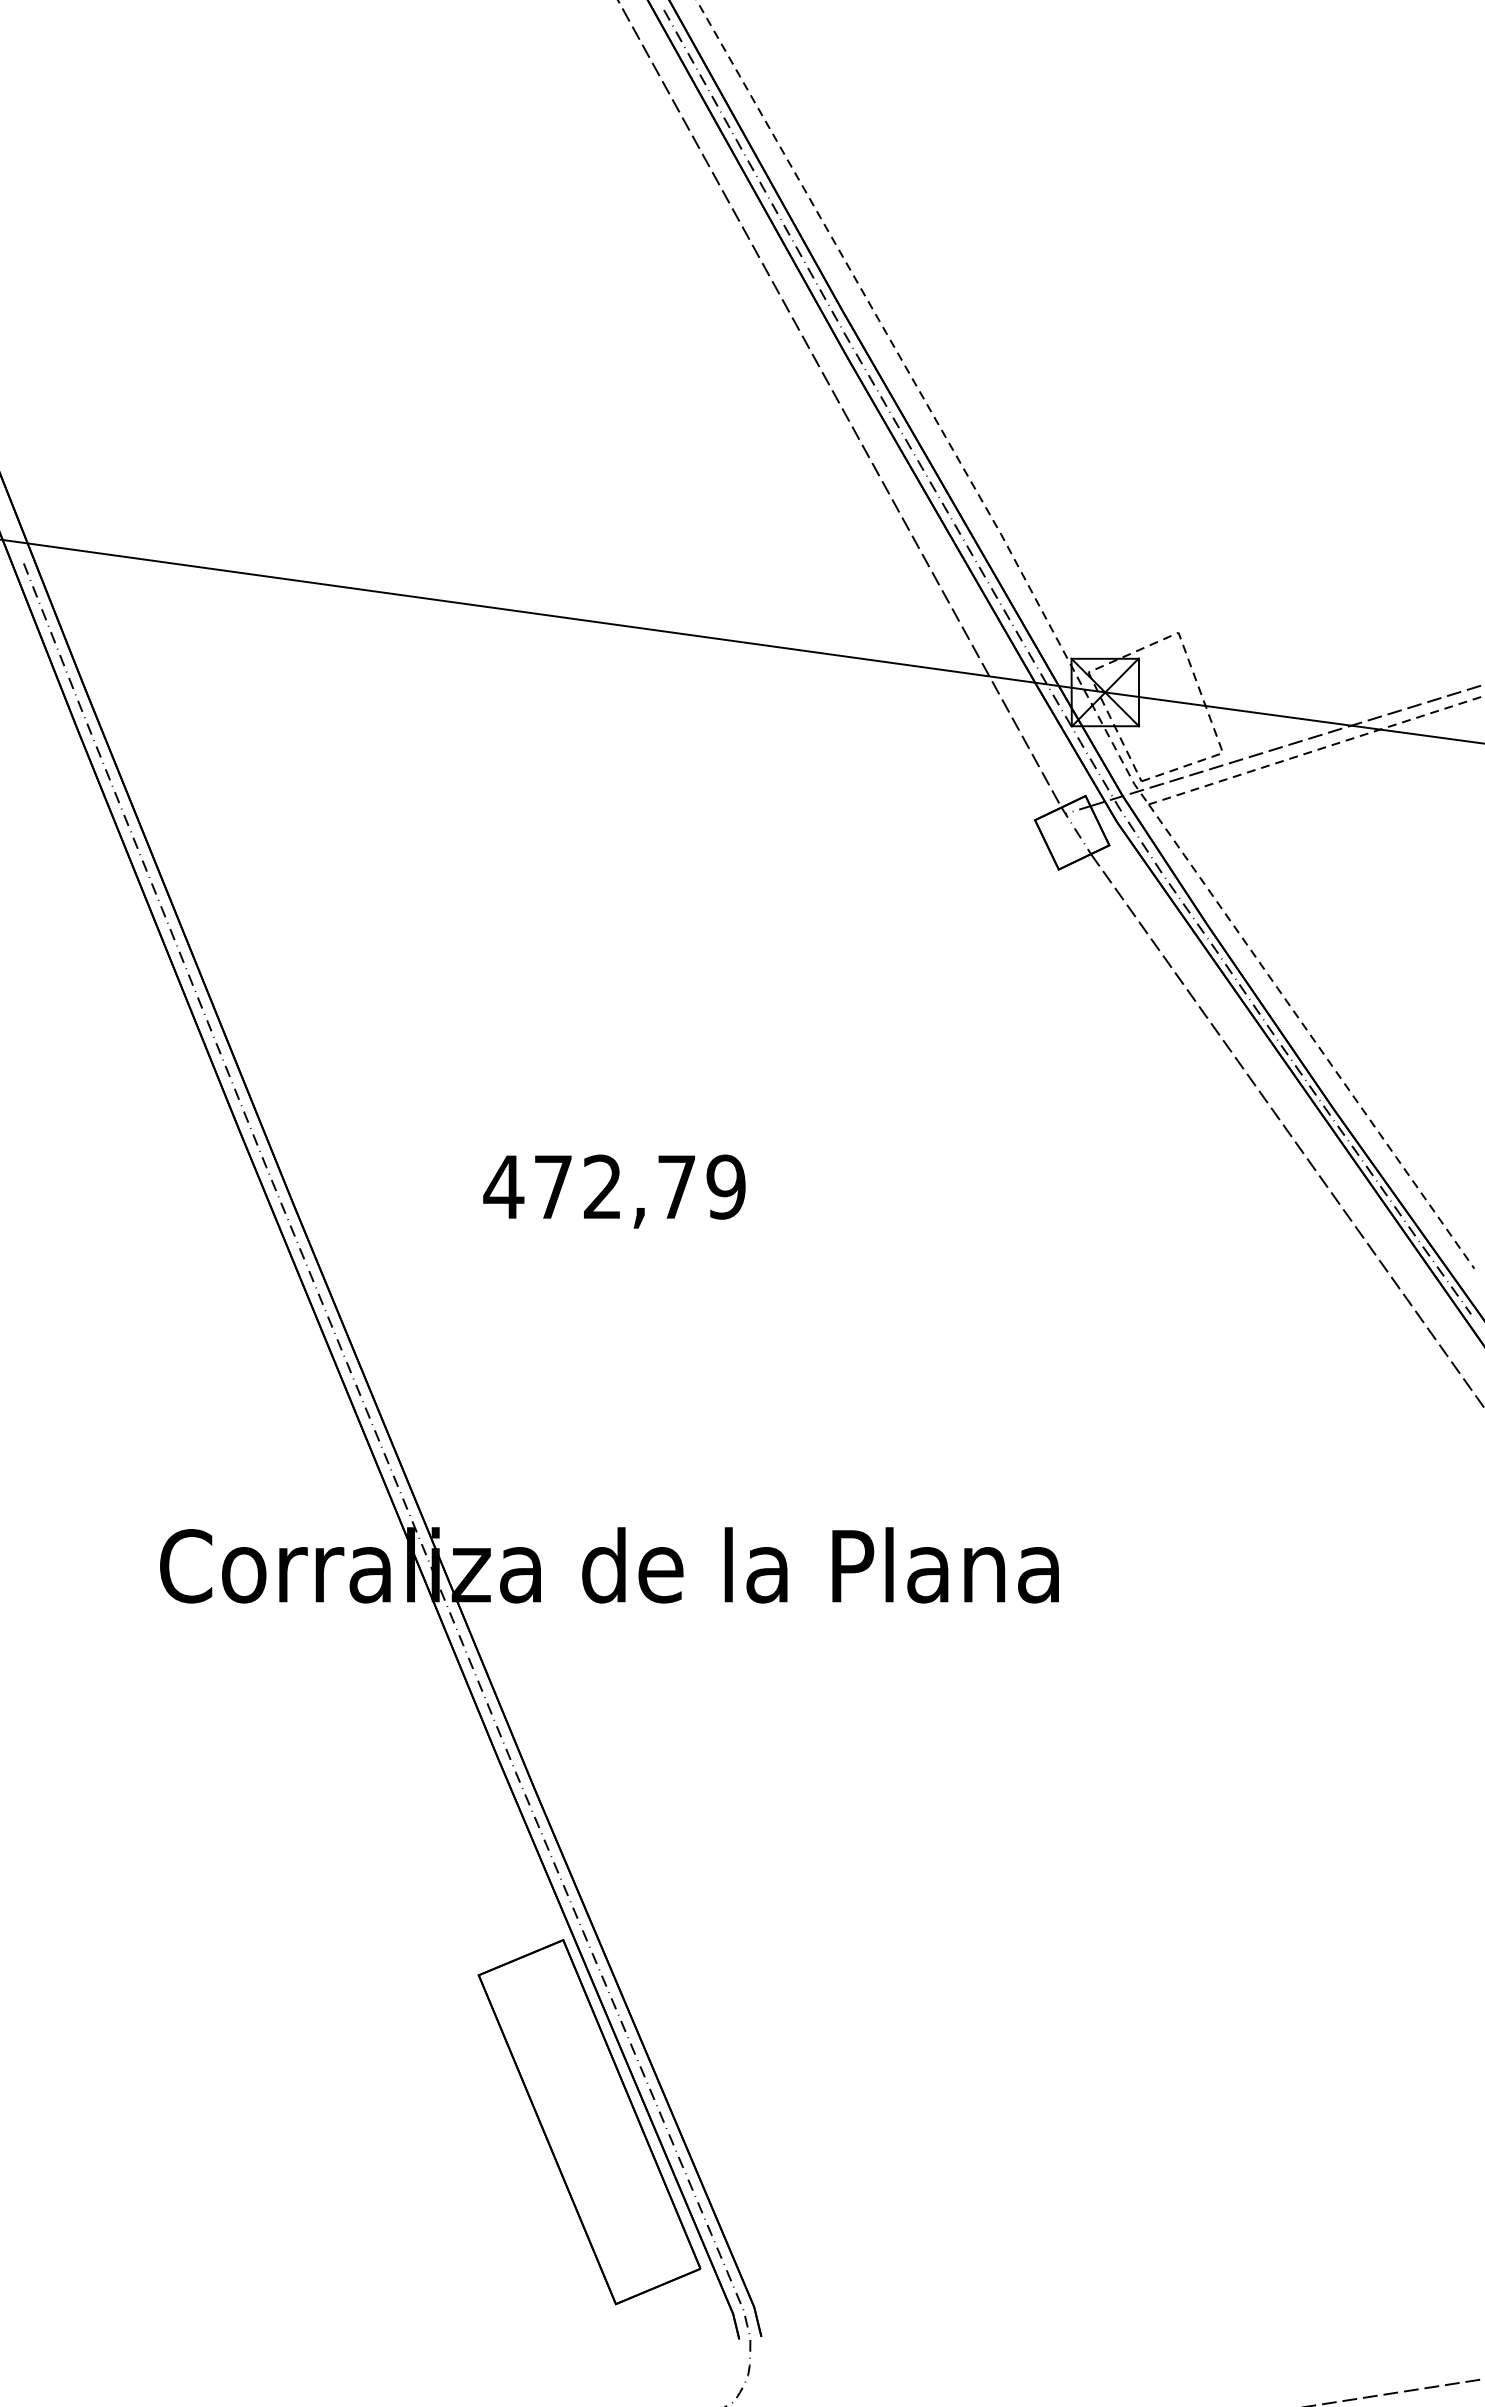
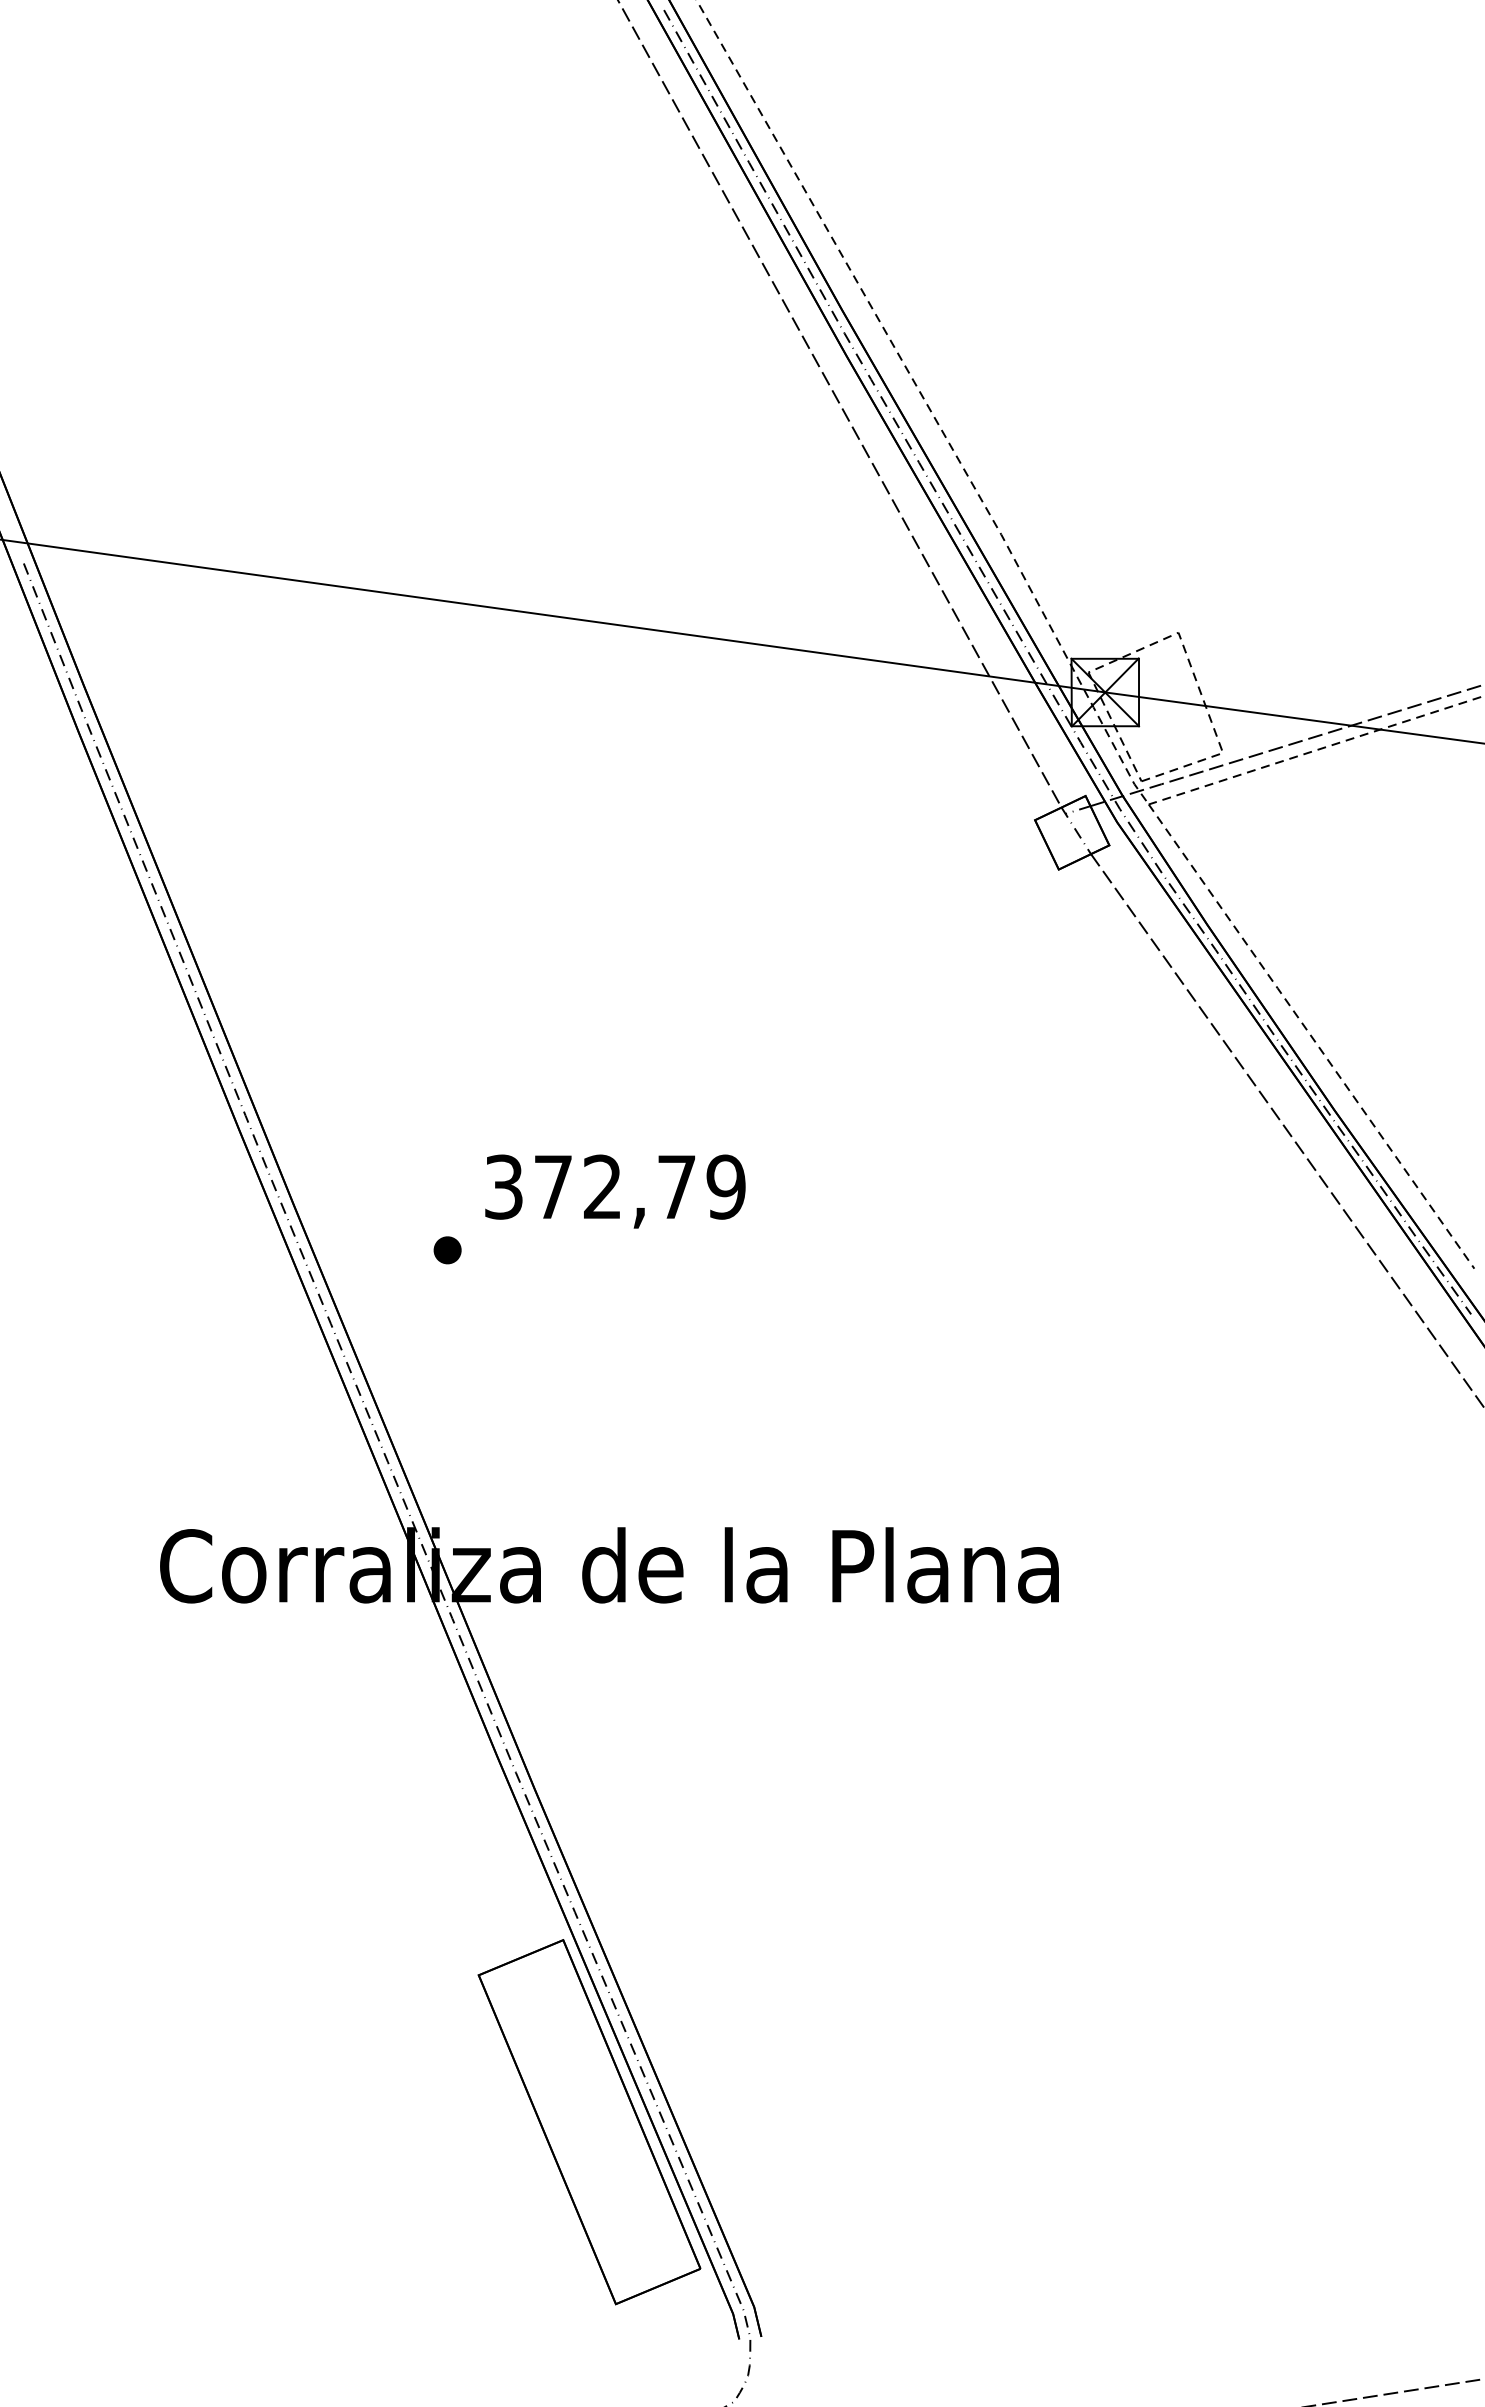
text at (503, 1186): 472,79 -> 372,79
part at (447, 1250): none -> present
